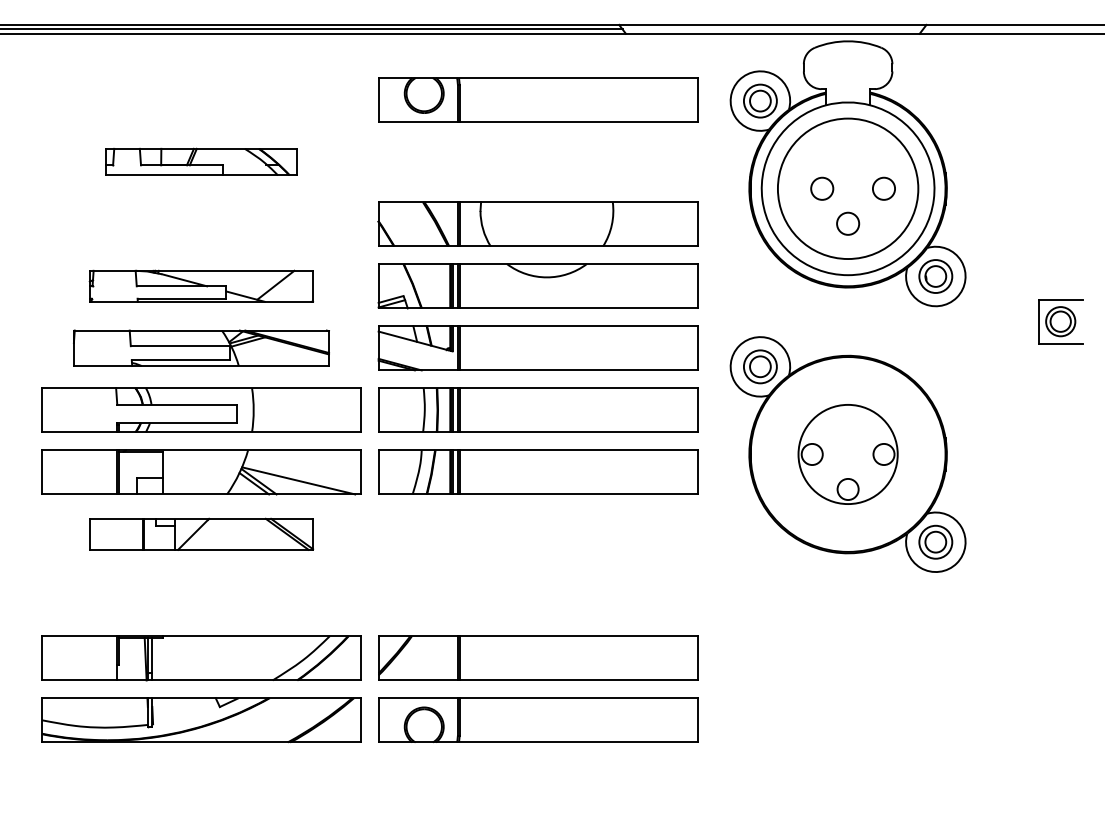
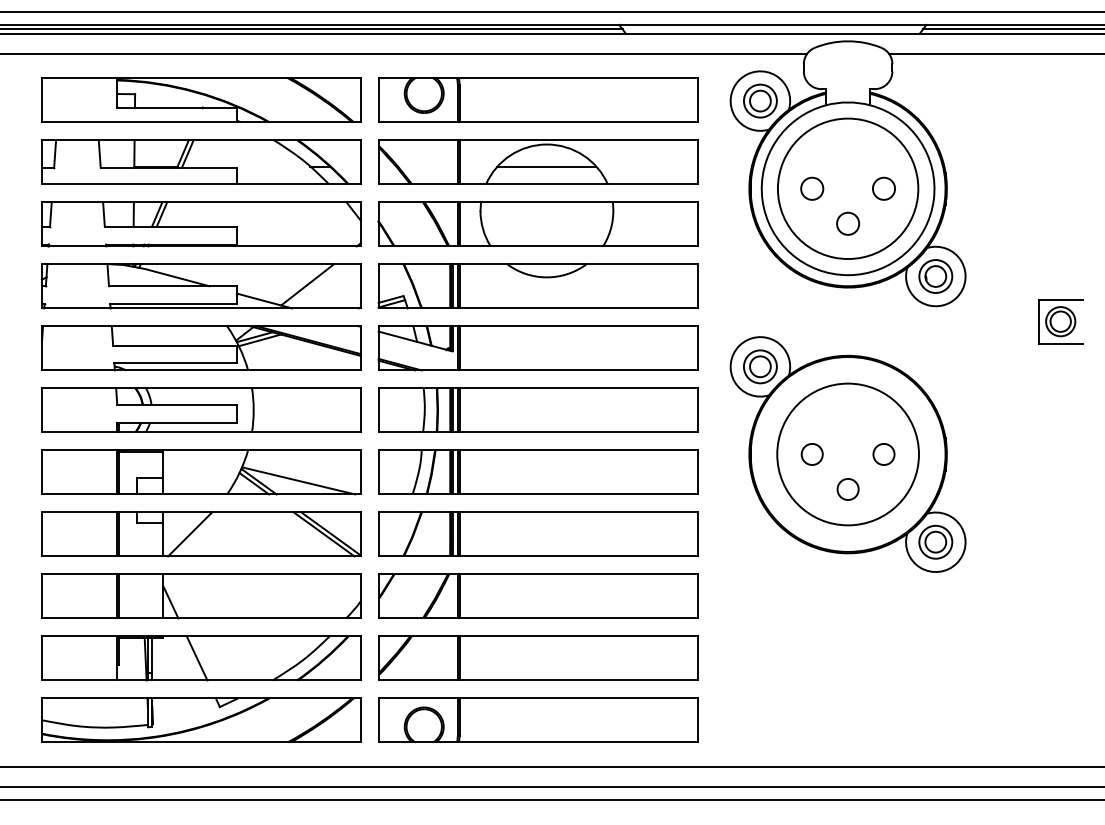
line at (551, 11): none -> present
line at (1012, 29): none -> present
line at (404, 53): none -> present
line at (994, 53): none -> present
part at (201, 99): none -> present
part at (201, 161) size: 193x29 px -> 321x46 px
part at (538, 161): none -> present
circle at (822, 188) position: (822, 188) -> (812, 188)
part at (201, 224): none -> present
part at (200, 285) size: 226x34 px -> 321x47 px
part at (201, 347) size: 257x38 px -> 321x47 px
circle at (847, 454) diameter: 99 px -> 142 px
part at (201, 533) size: 226x34 px -> 321x47 px
part at (538, 533): none -> present
part at (538, 595): none -> present
part at (201, 596): none -> present
line at (196, 658): none -> present
line at (551, 766): none -> present
line at (551, 786): none -> present
line at (551, 800): none -> present
